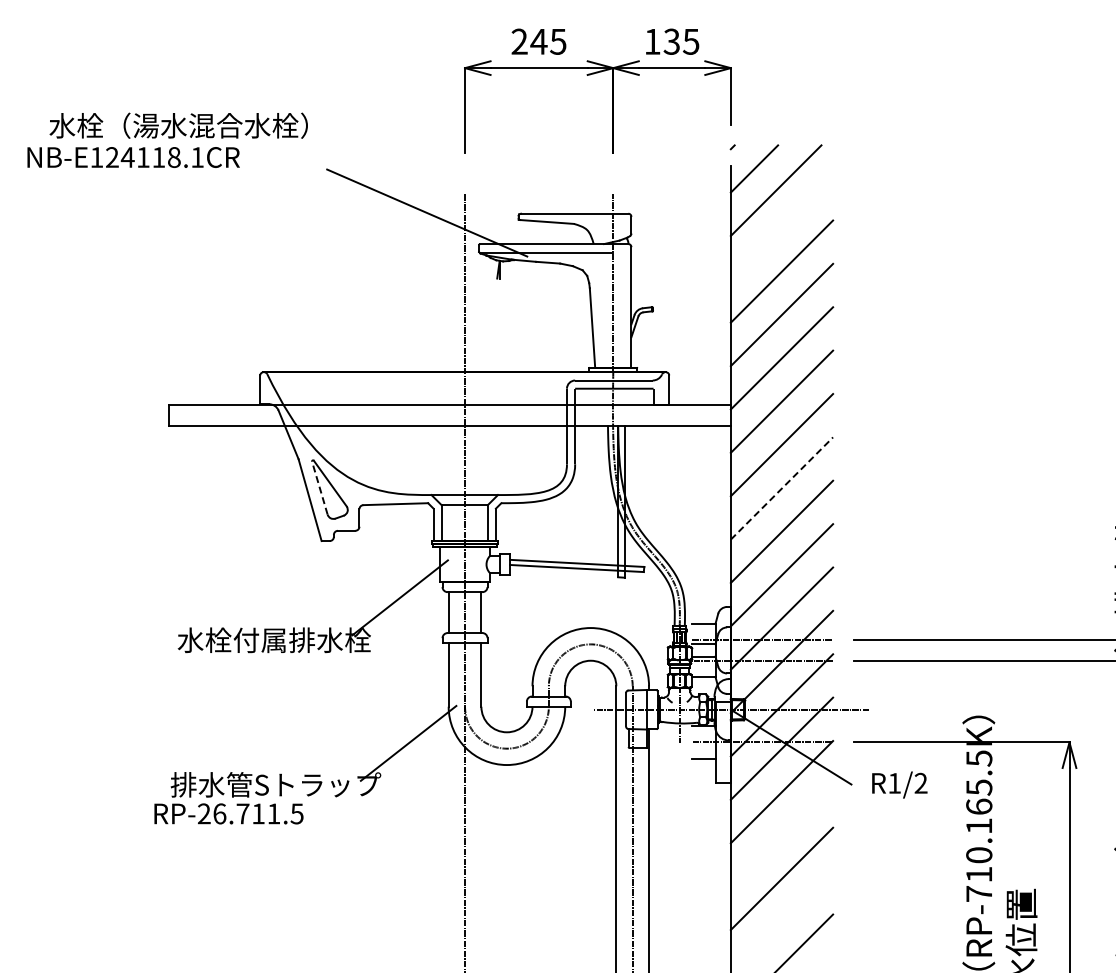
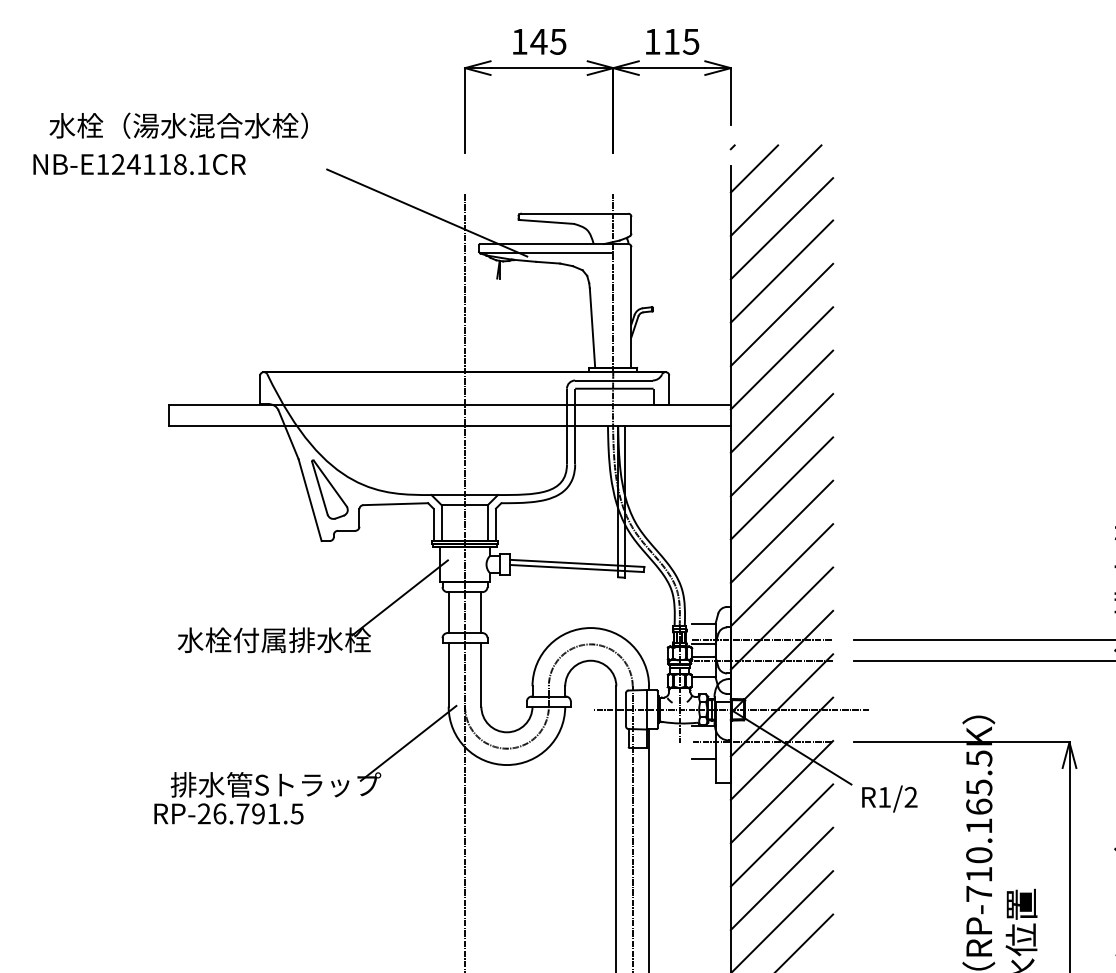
text at (519, 41): 245 -> 145
text at (671, 41): 135 -> 115
text at (133, 157) position: (133, 157) -> (139, 164)
line at (781, 228): none -> present
line at (319, 488): dashed -> solid
line at (782, 488): dashed -> solid
text at (899, 784) position: (899, 784) -> (889, 798)
text at (258, 813): RP-26.711.5 -> RP-26.791.5
line at (781, 835): none -> present
line at (783, 920): none -> present
